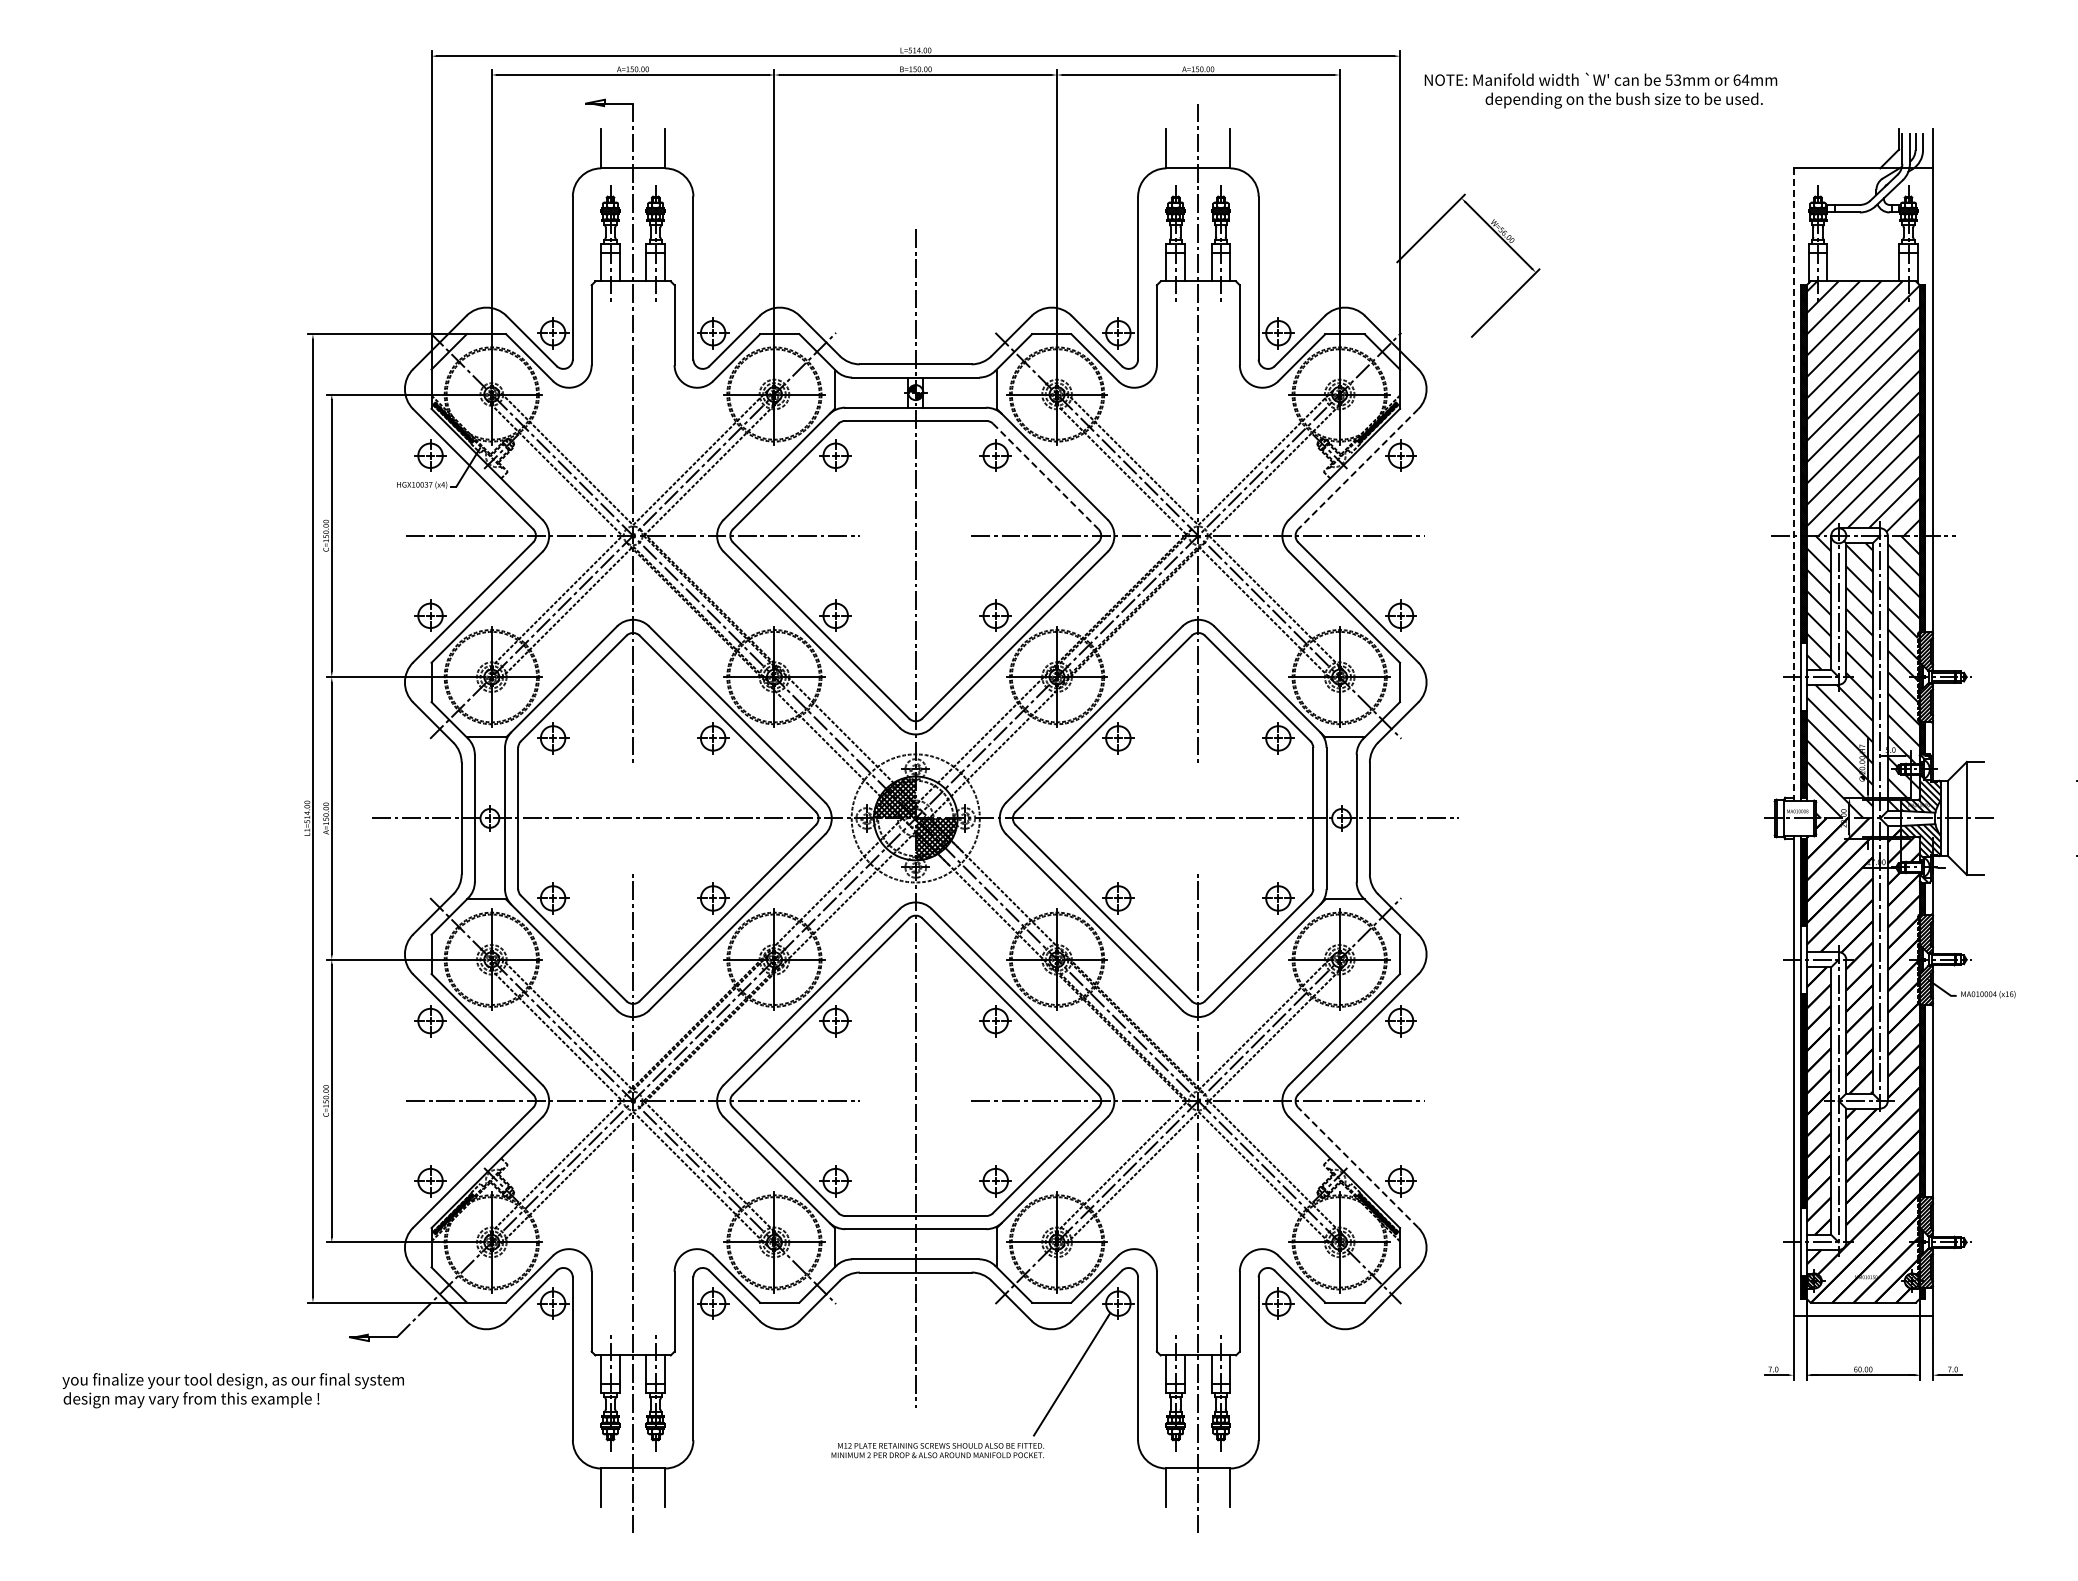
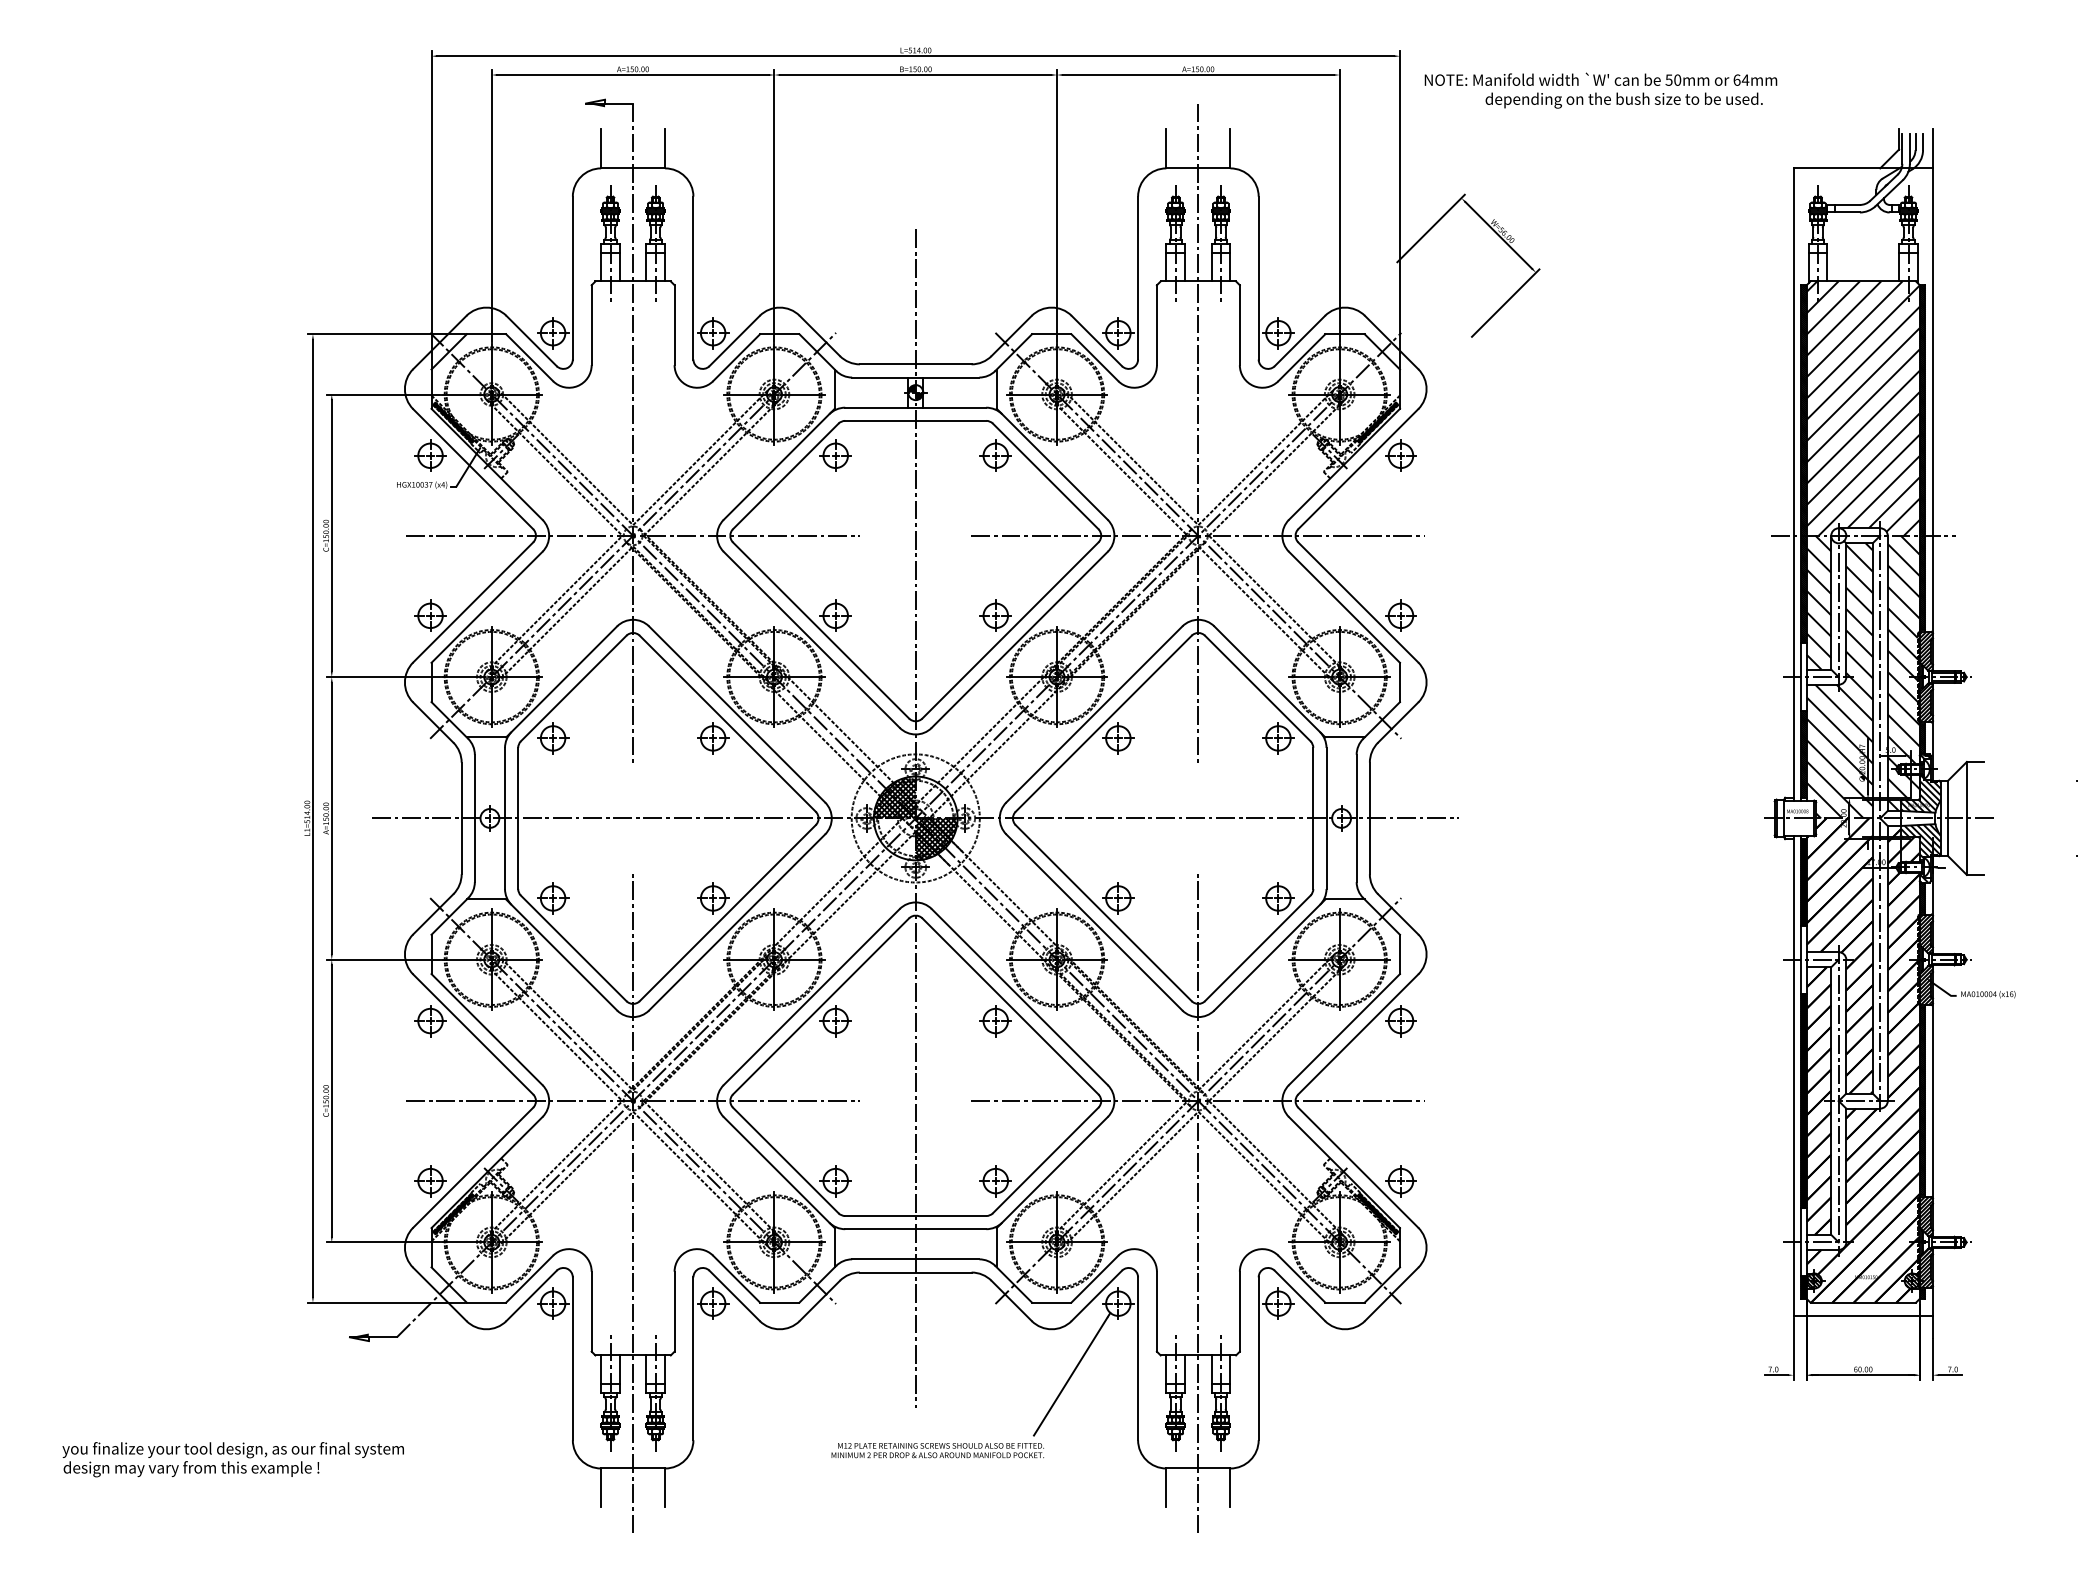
text at (1677, 79): 53mm -> 50mm
line at (1358, 469): dashed -> solid
line at (1045, 476): dashed -> solid
line at (1793, 484): dashed -> solid
line at (1358, 1167): dashed -> solid
text at (232, 1390) position: (232, 1390) -> (232, 1459)
